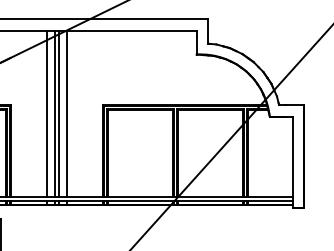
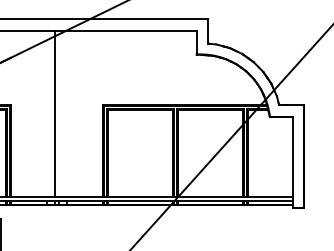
line at (47, 113): present -> none
line at (59, 113): present -> none
line at (66, 113): present -> none
